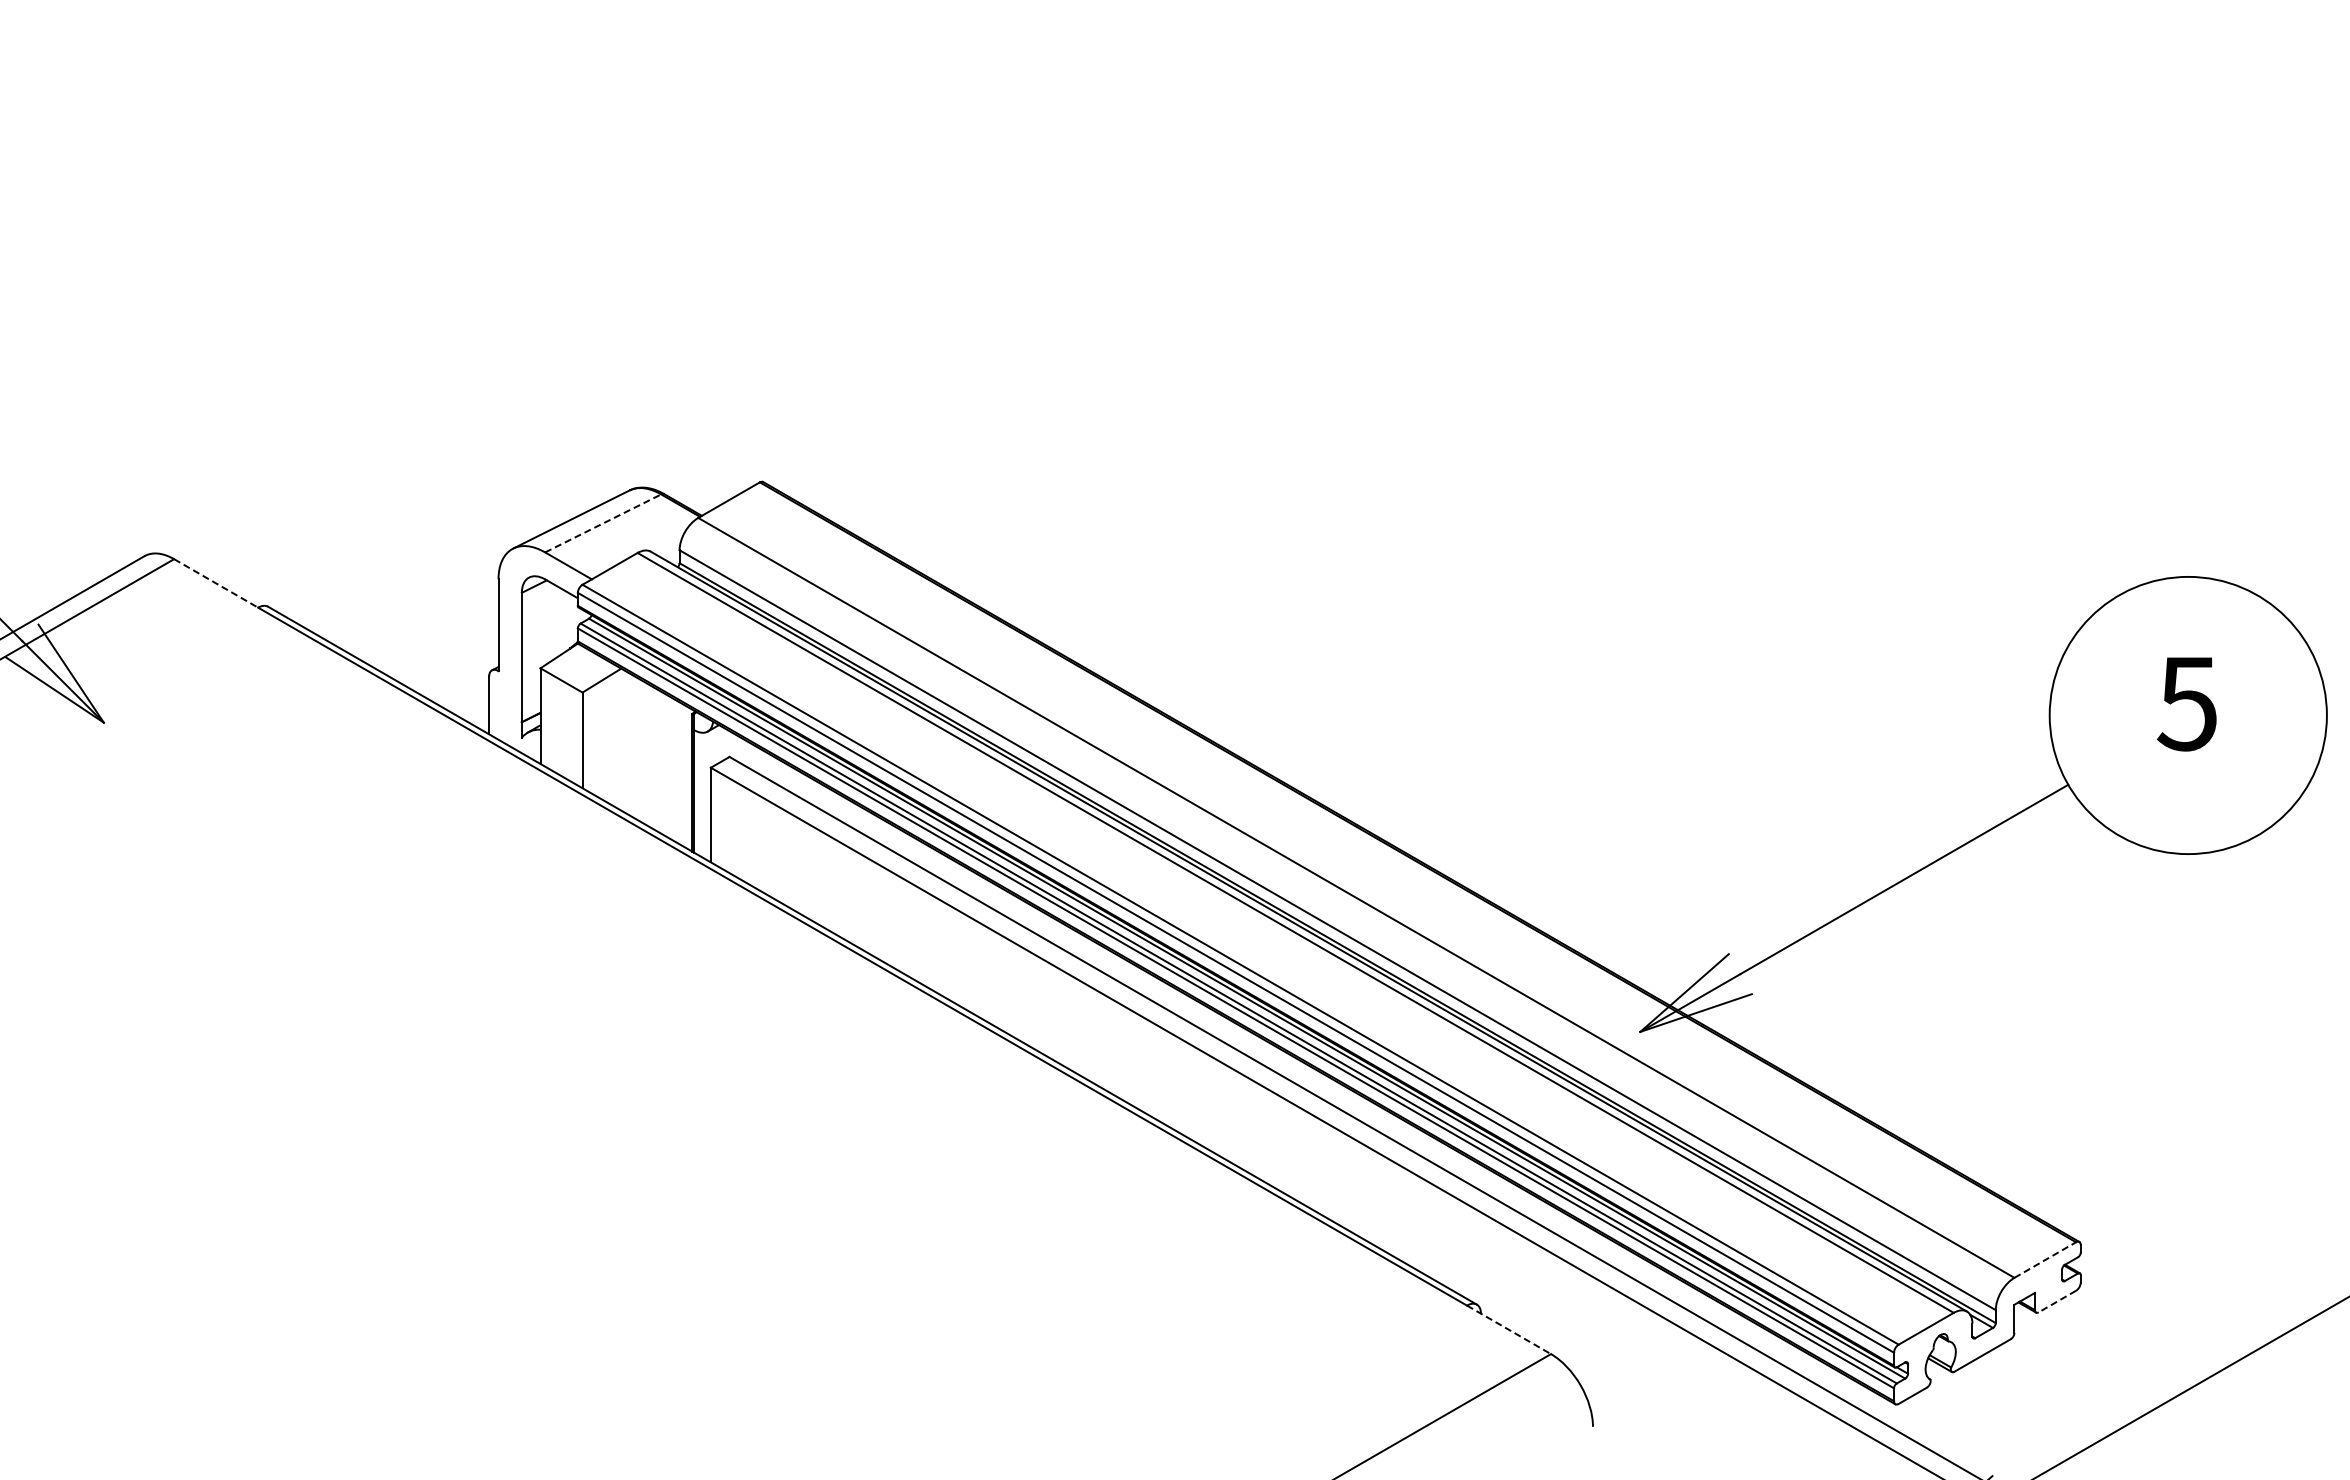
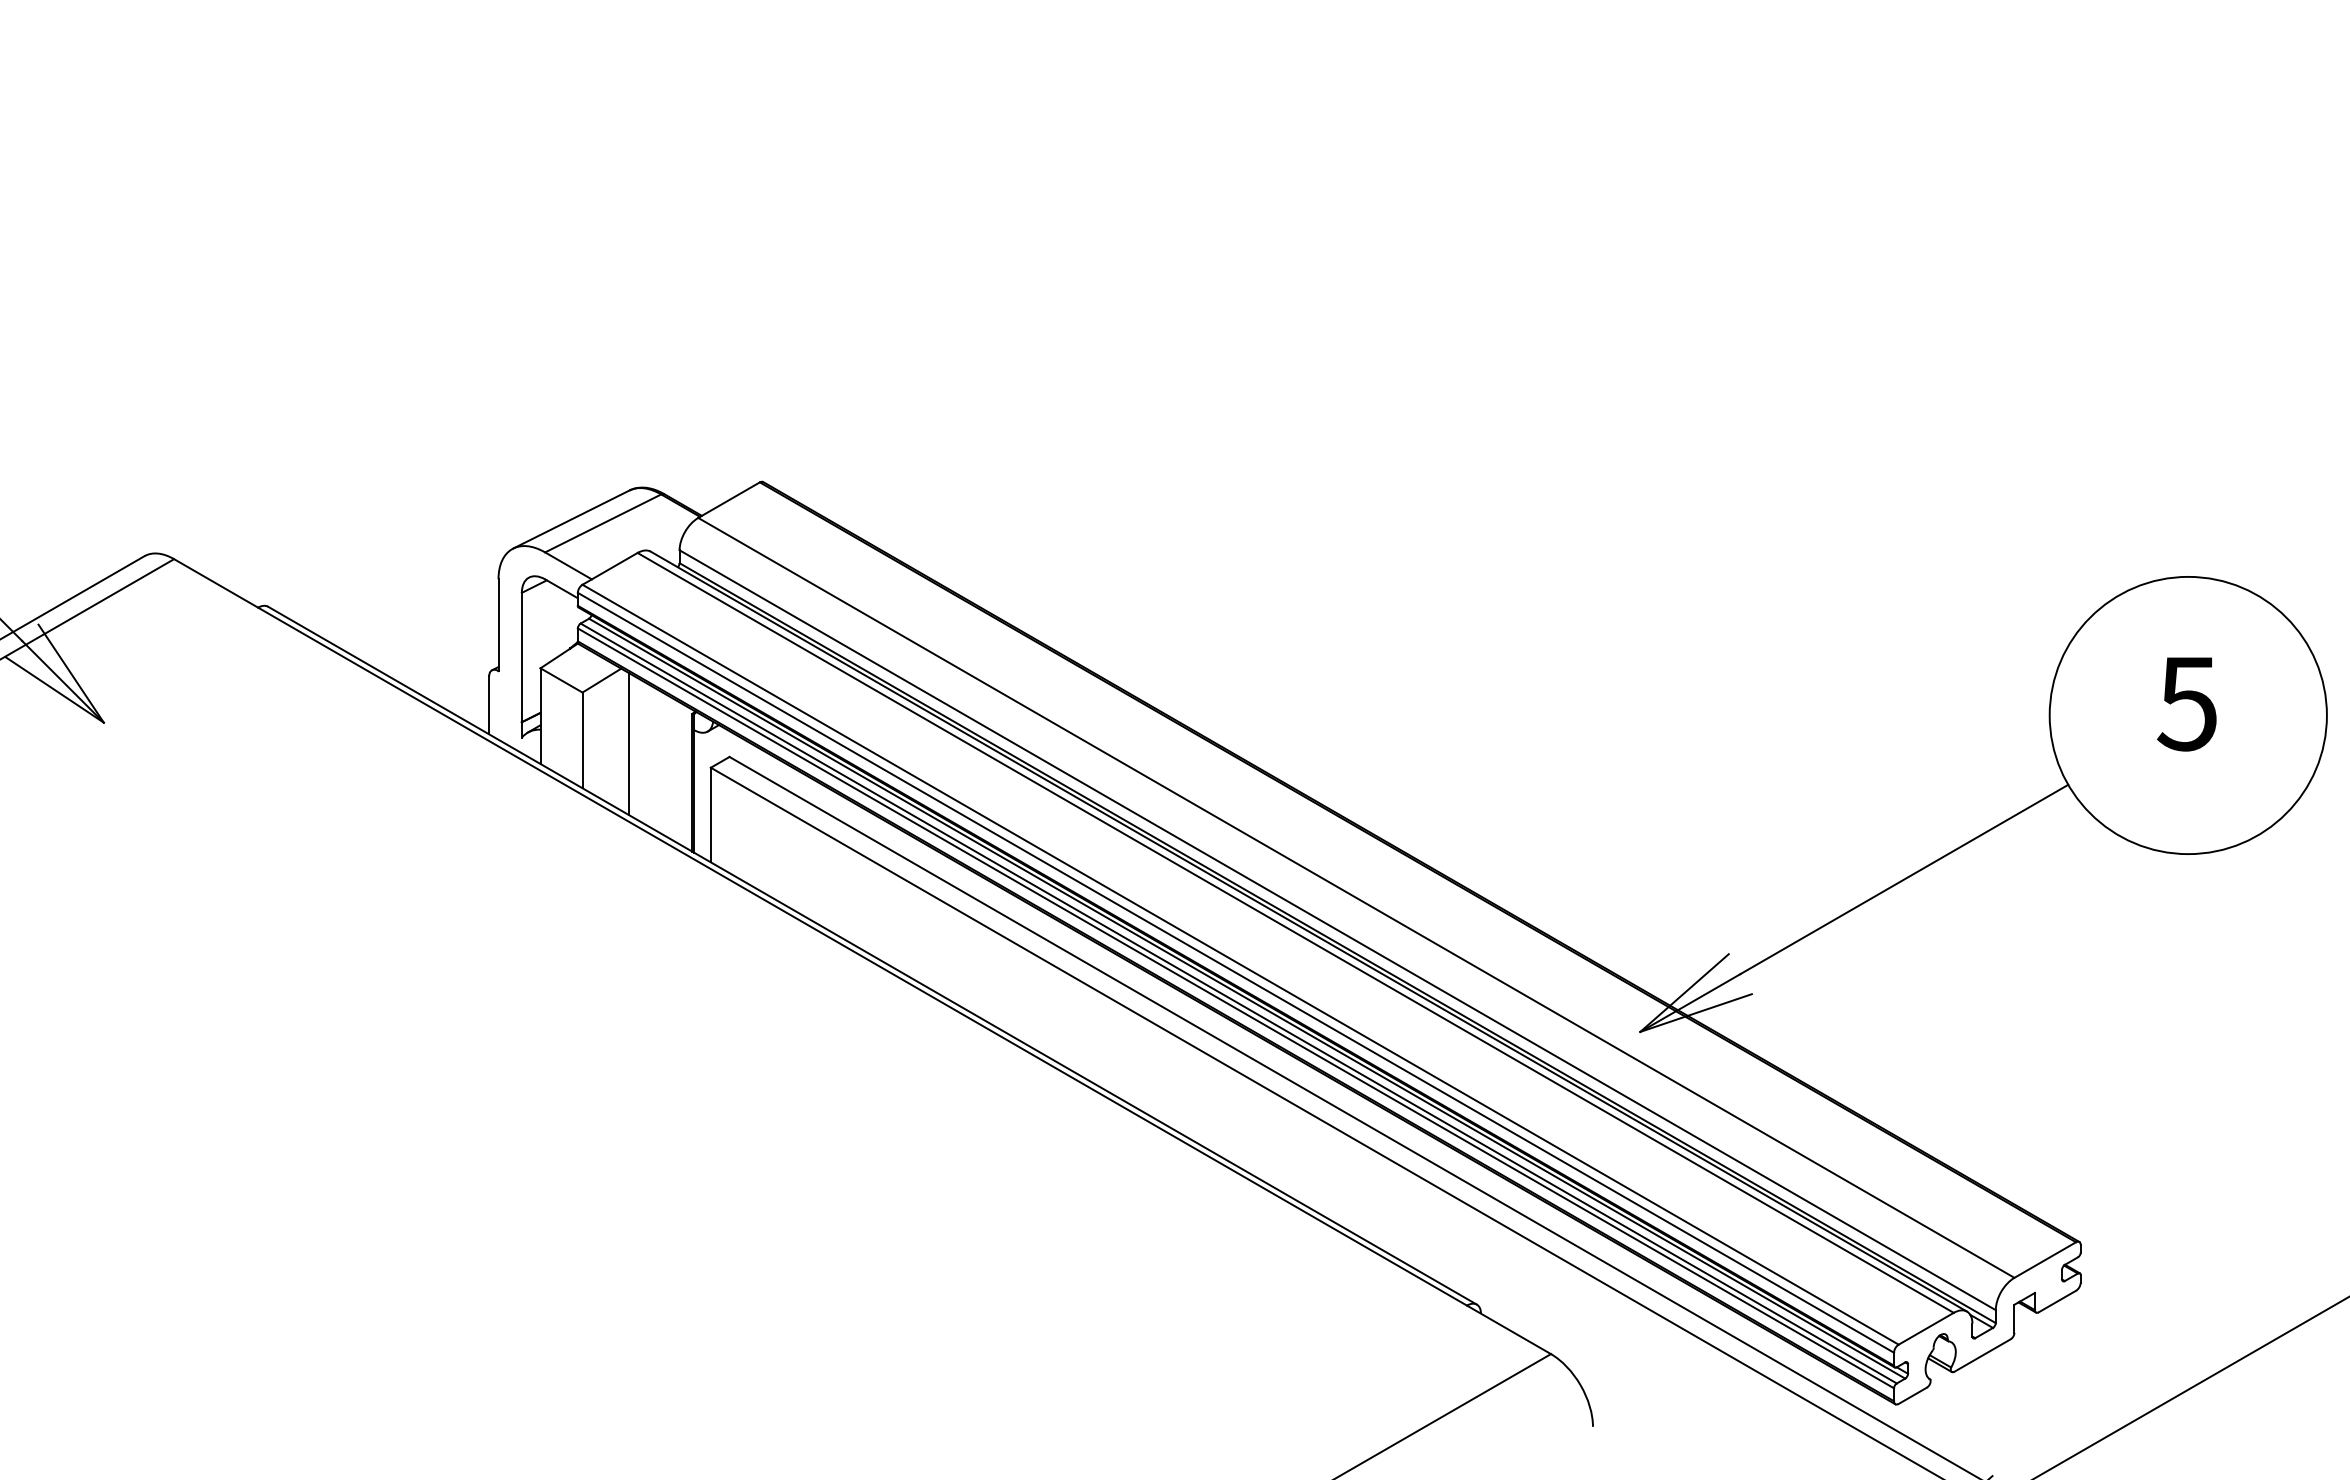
line at (603, 523): dashed -> solid
line at (216, 583): dashed -> solid
line at (629, 744): none -> present
line at (2045, 1260): dashed -> solid
line at (2057, 1301): dashed -> solid
line at (1508, 1329): dashed -> solid
